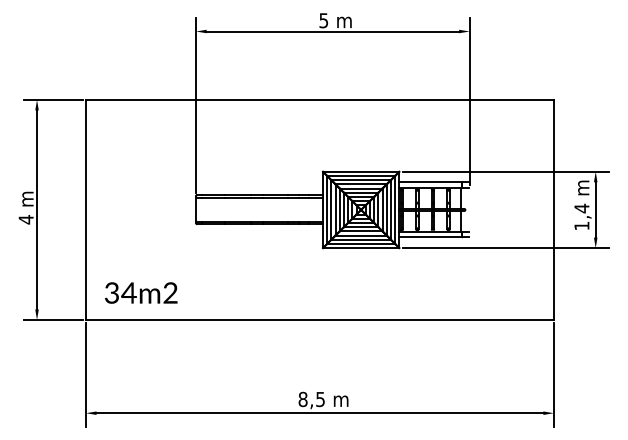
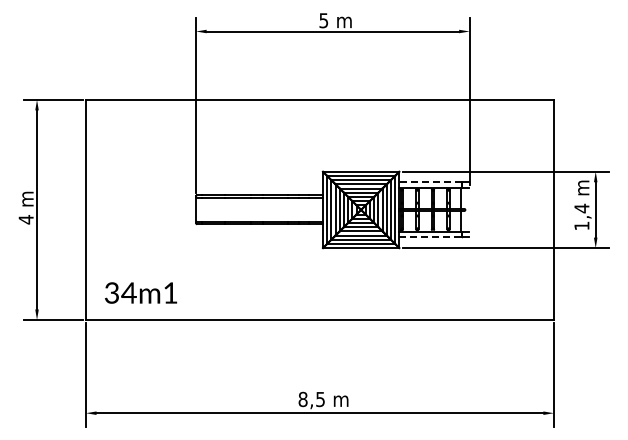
line at (430, 182): solid -> dashed
line at (431, 237): solid -> dashed
text at (170, 292): 34m2 -> 34m1
